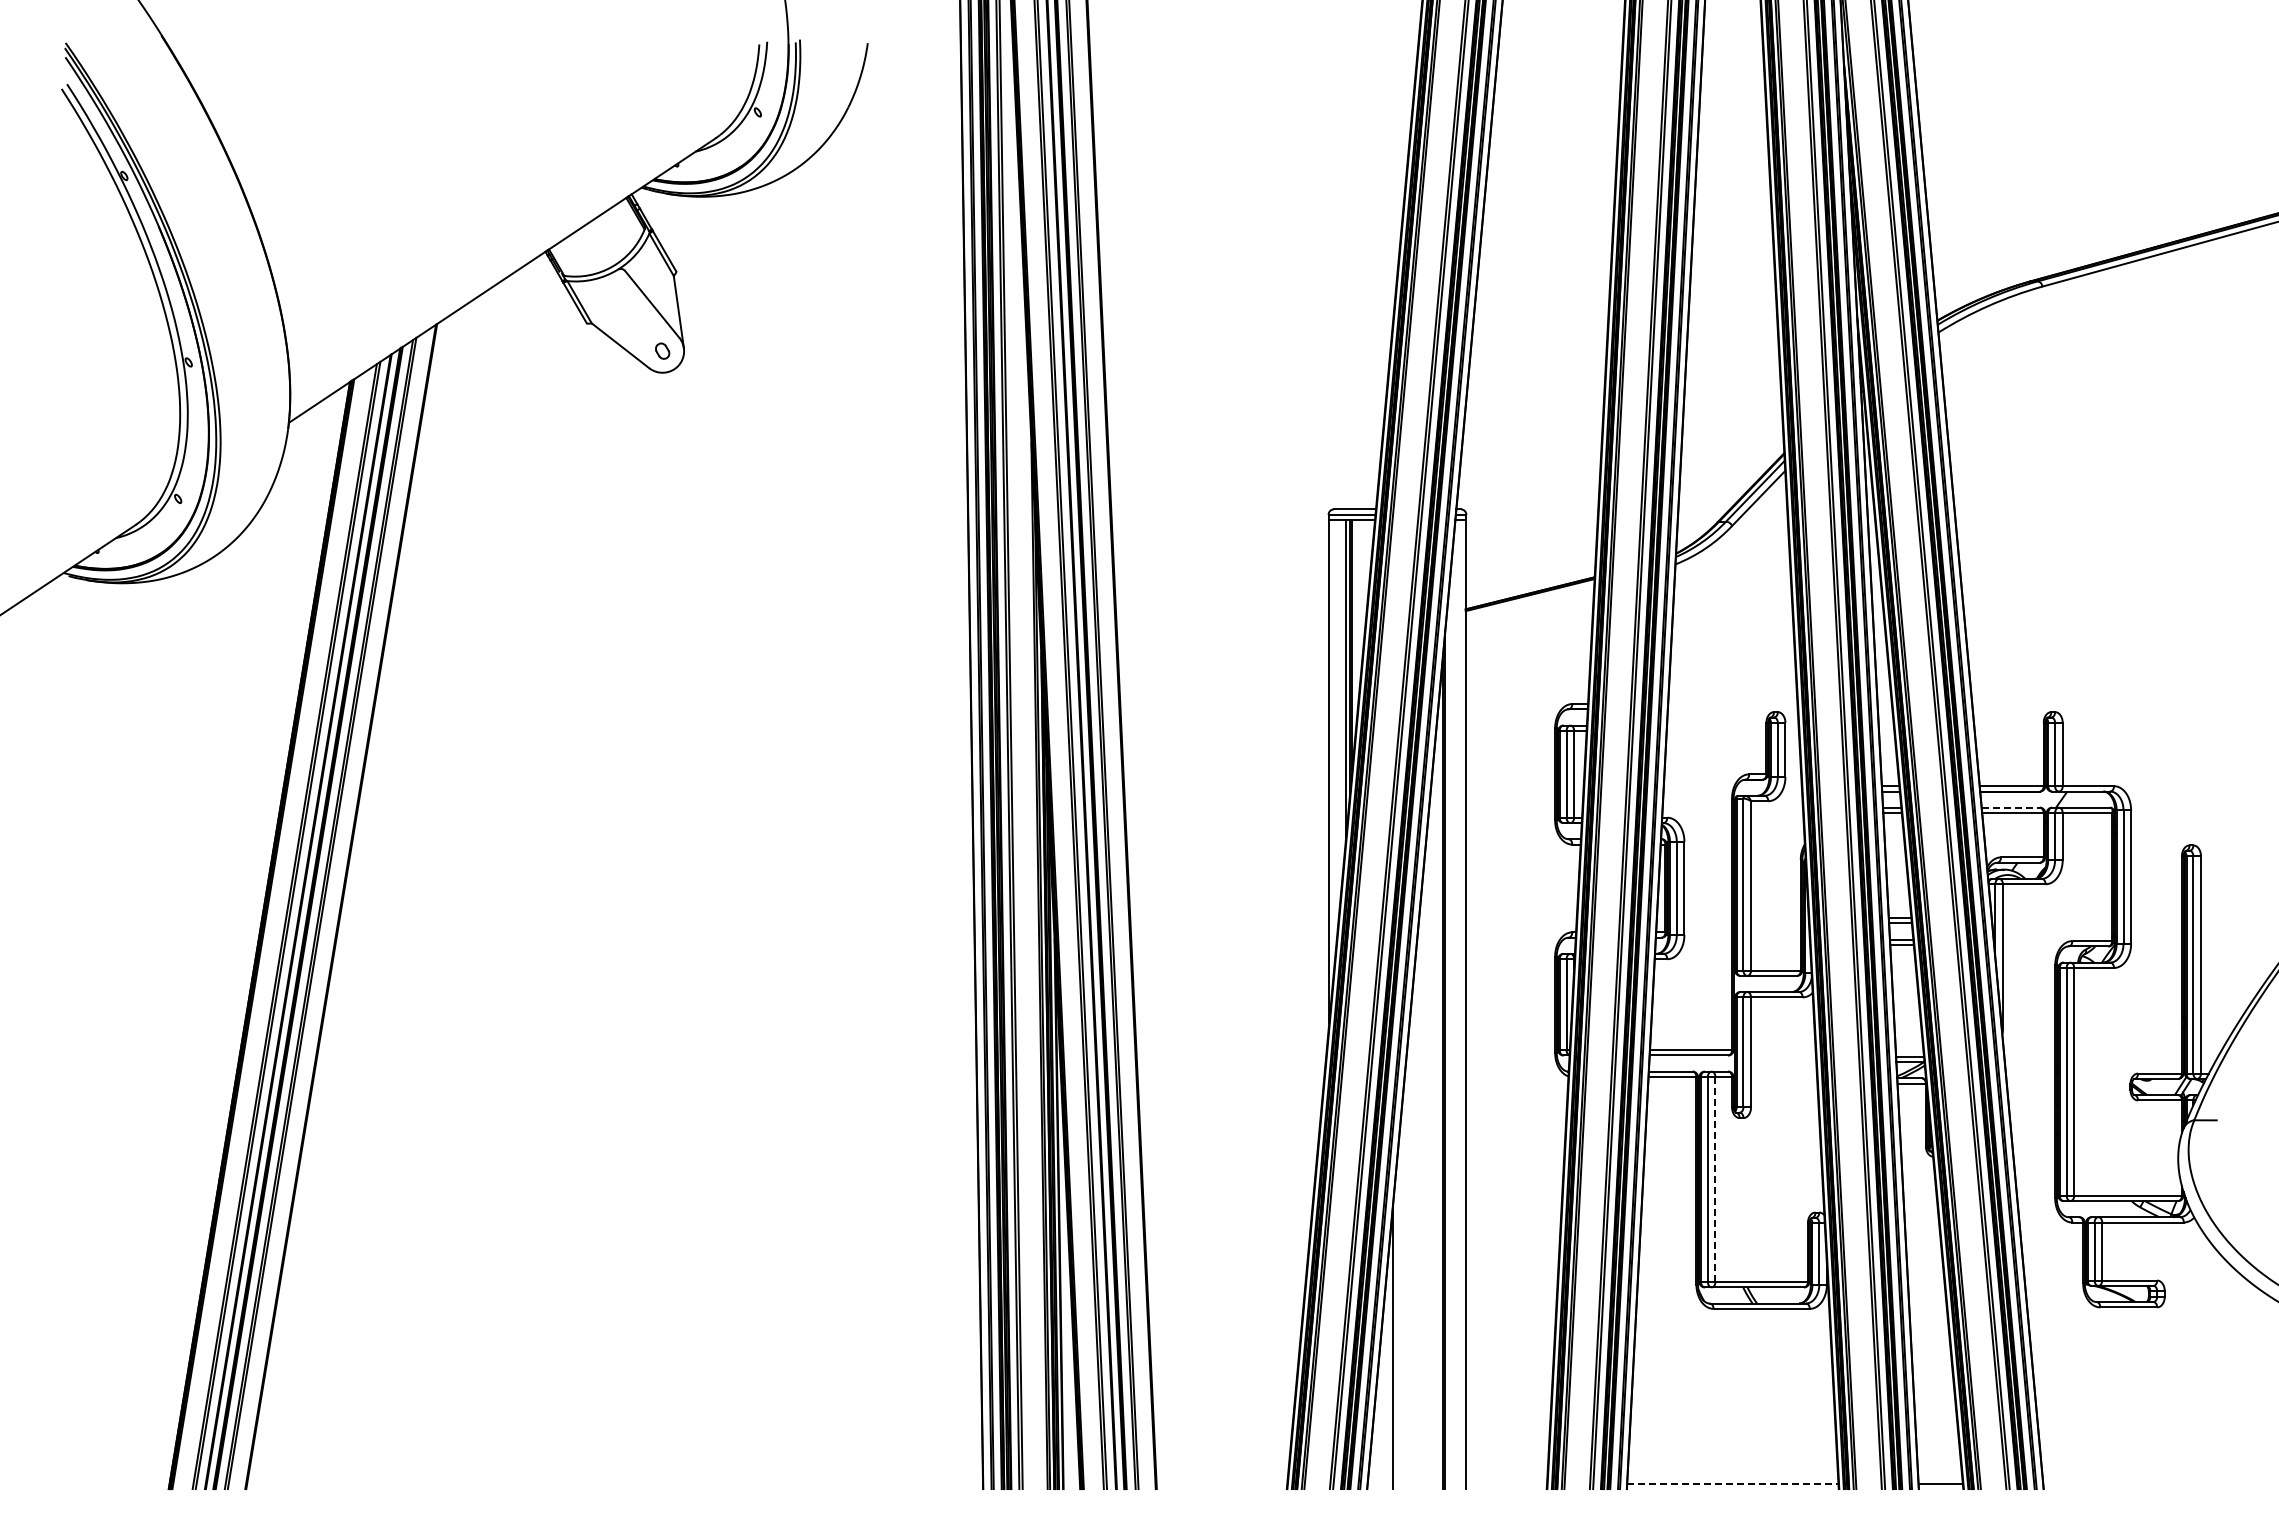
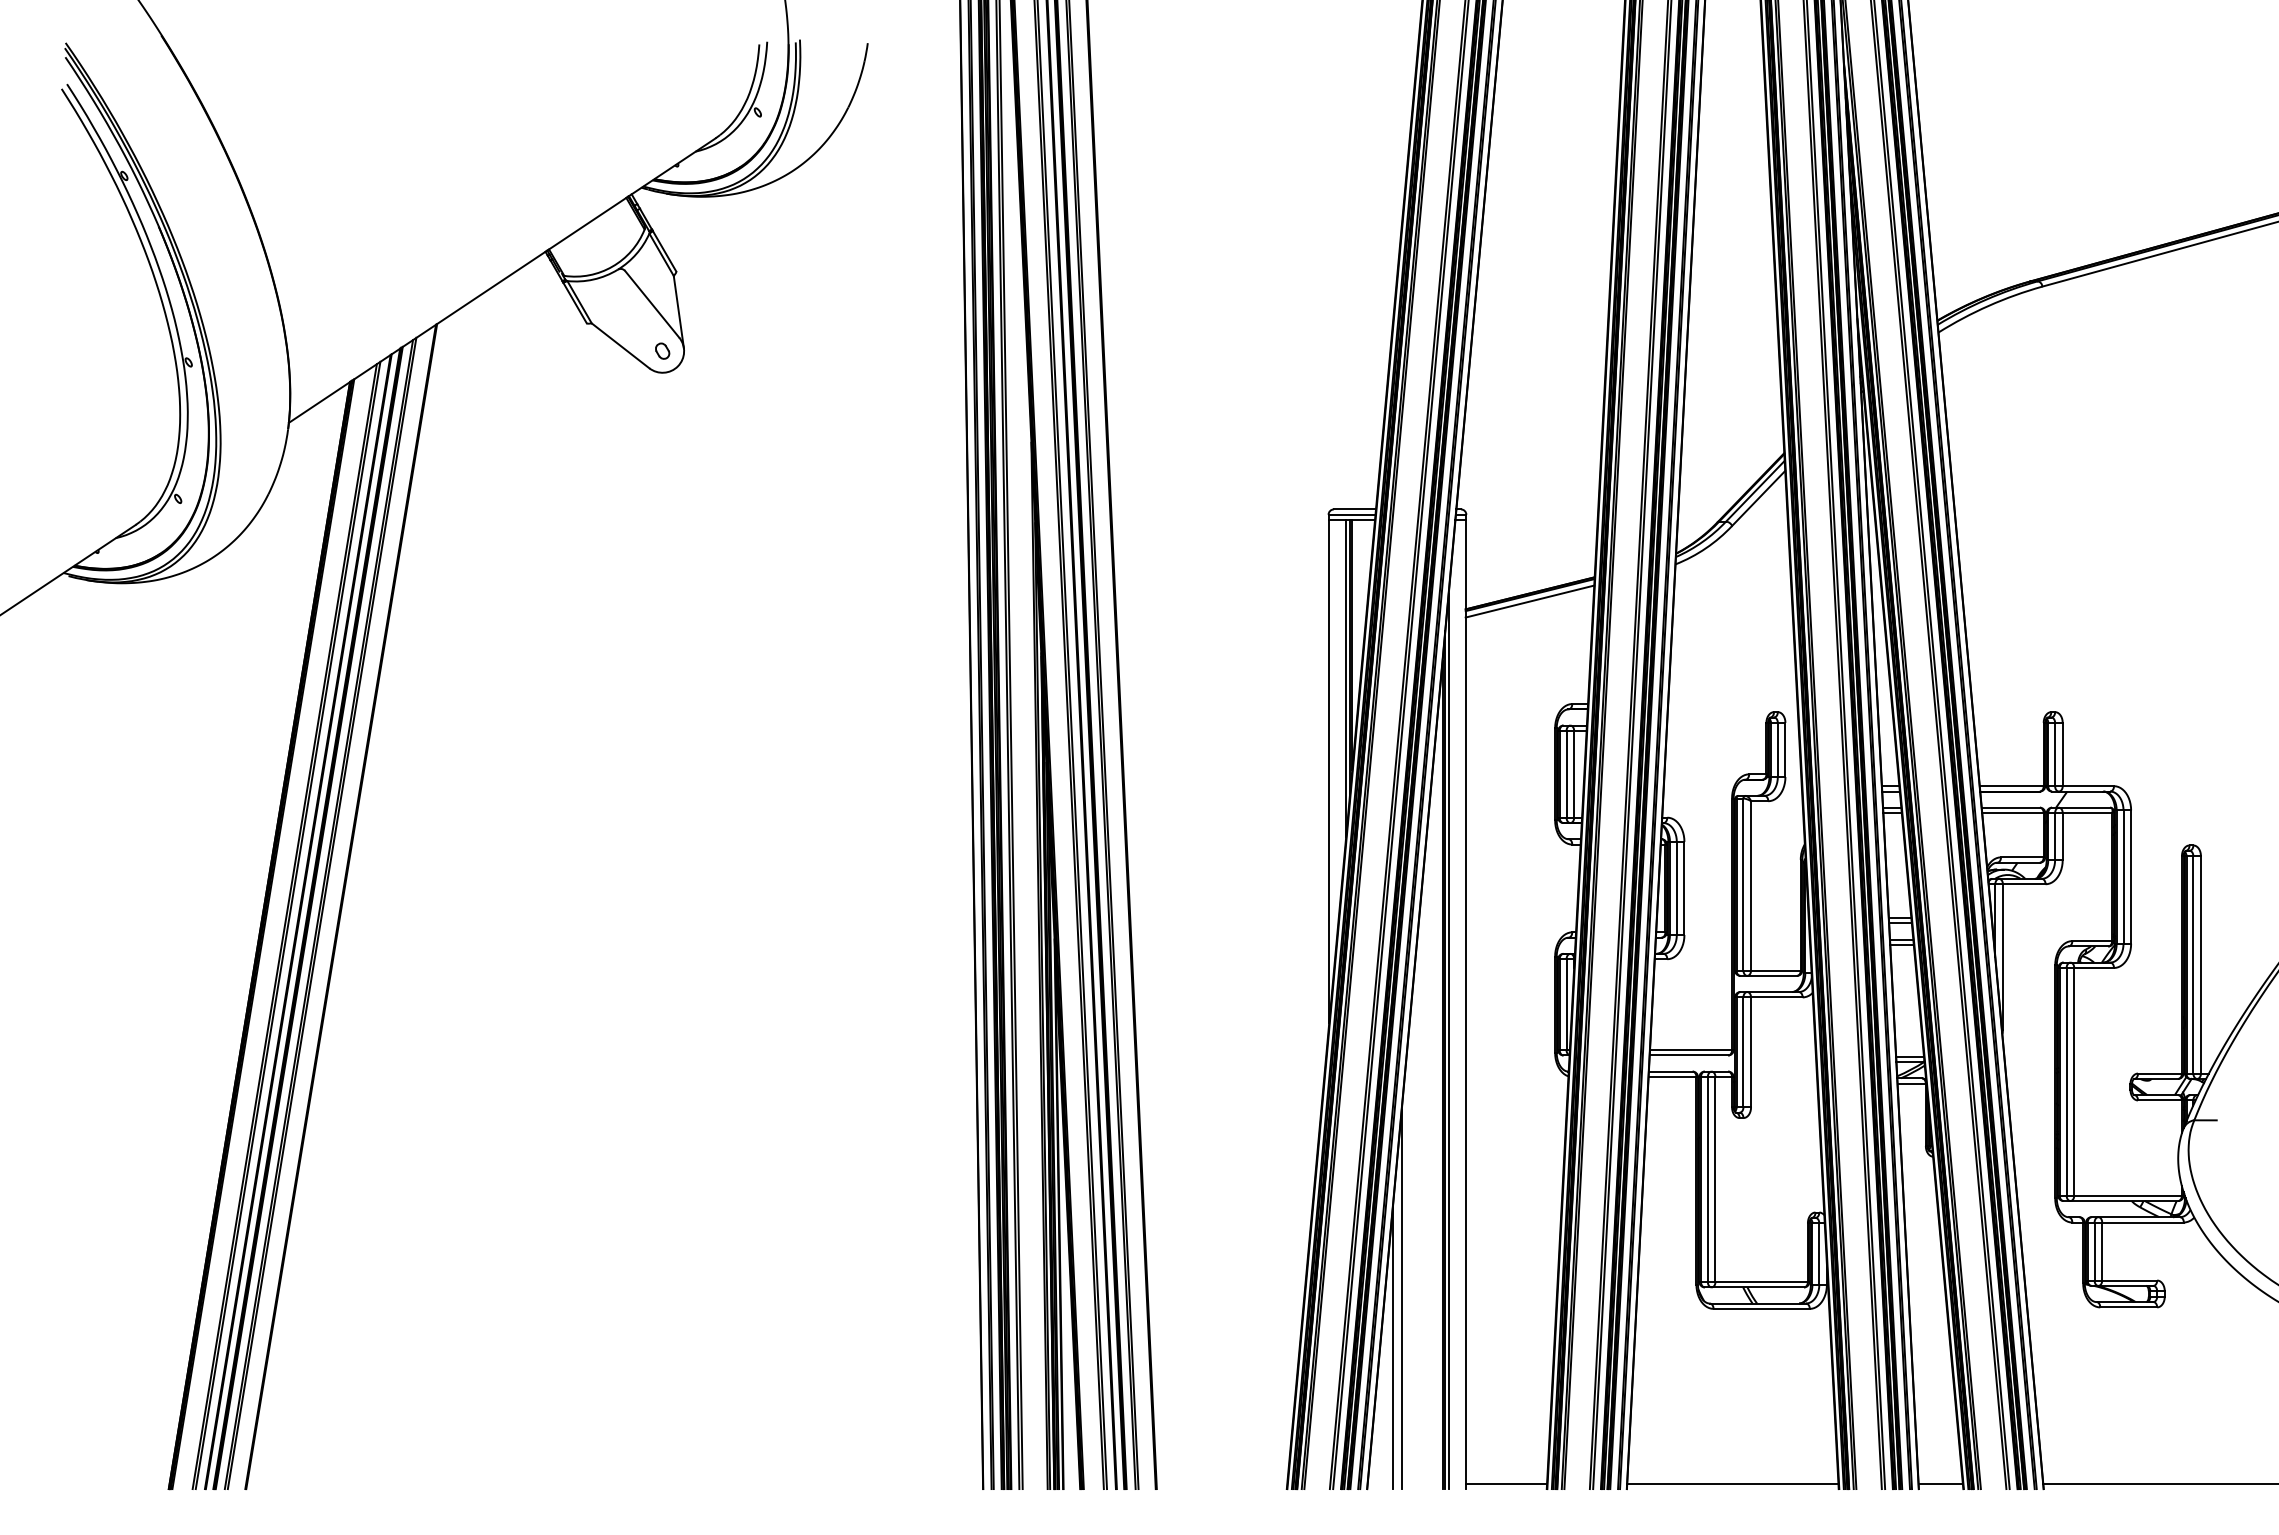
line at (1529, 601): none -> present
line at (2011, 807): dashed -> solid
line at (1448, 1041): none -> present
line at (1715, 1180): dashed -> solid
line at (1401, 1299): none -> present
line at (1506, 1483): none -> present
line at (1732, 1483): dashed -> solid
line at (2159, 1483): none -> present
